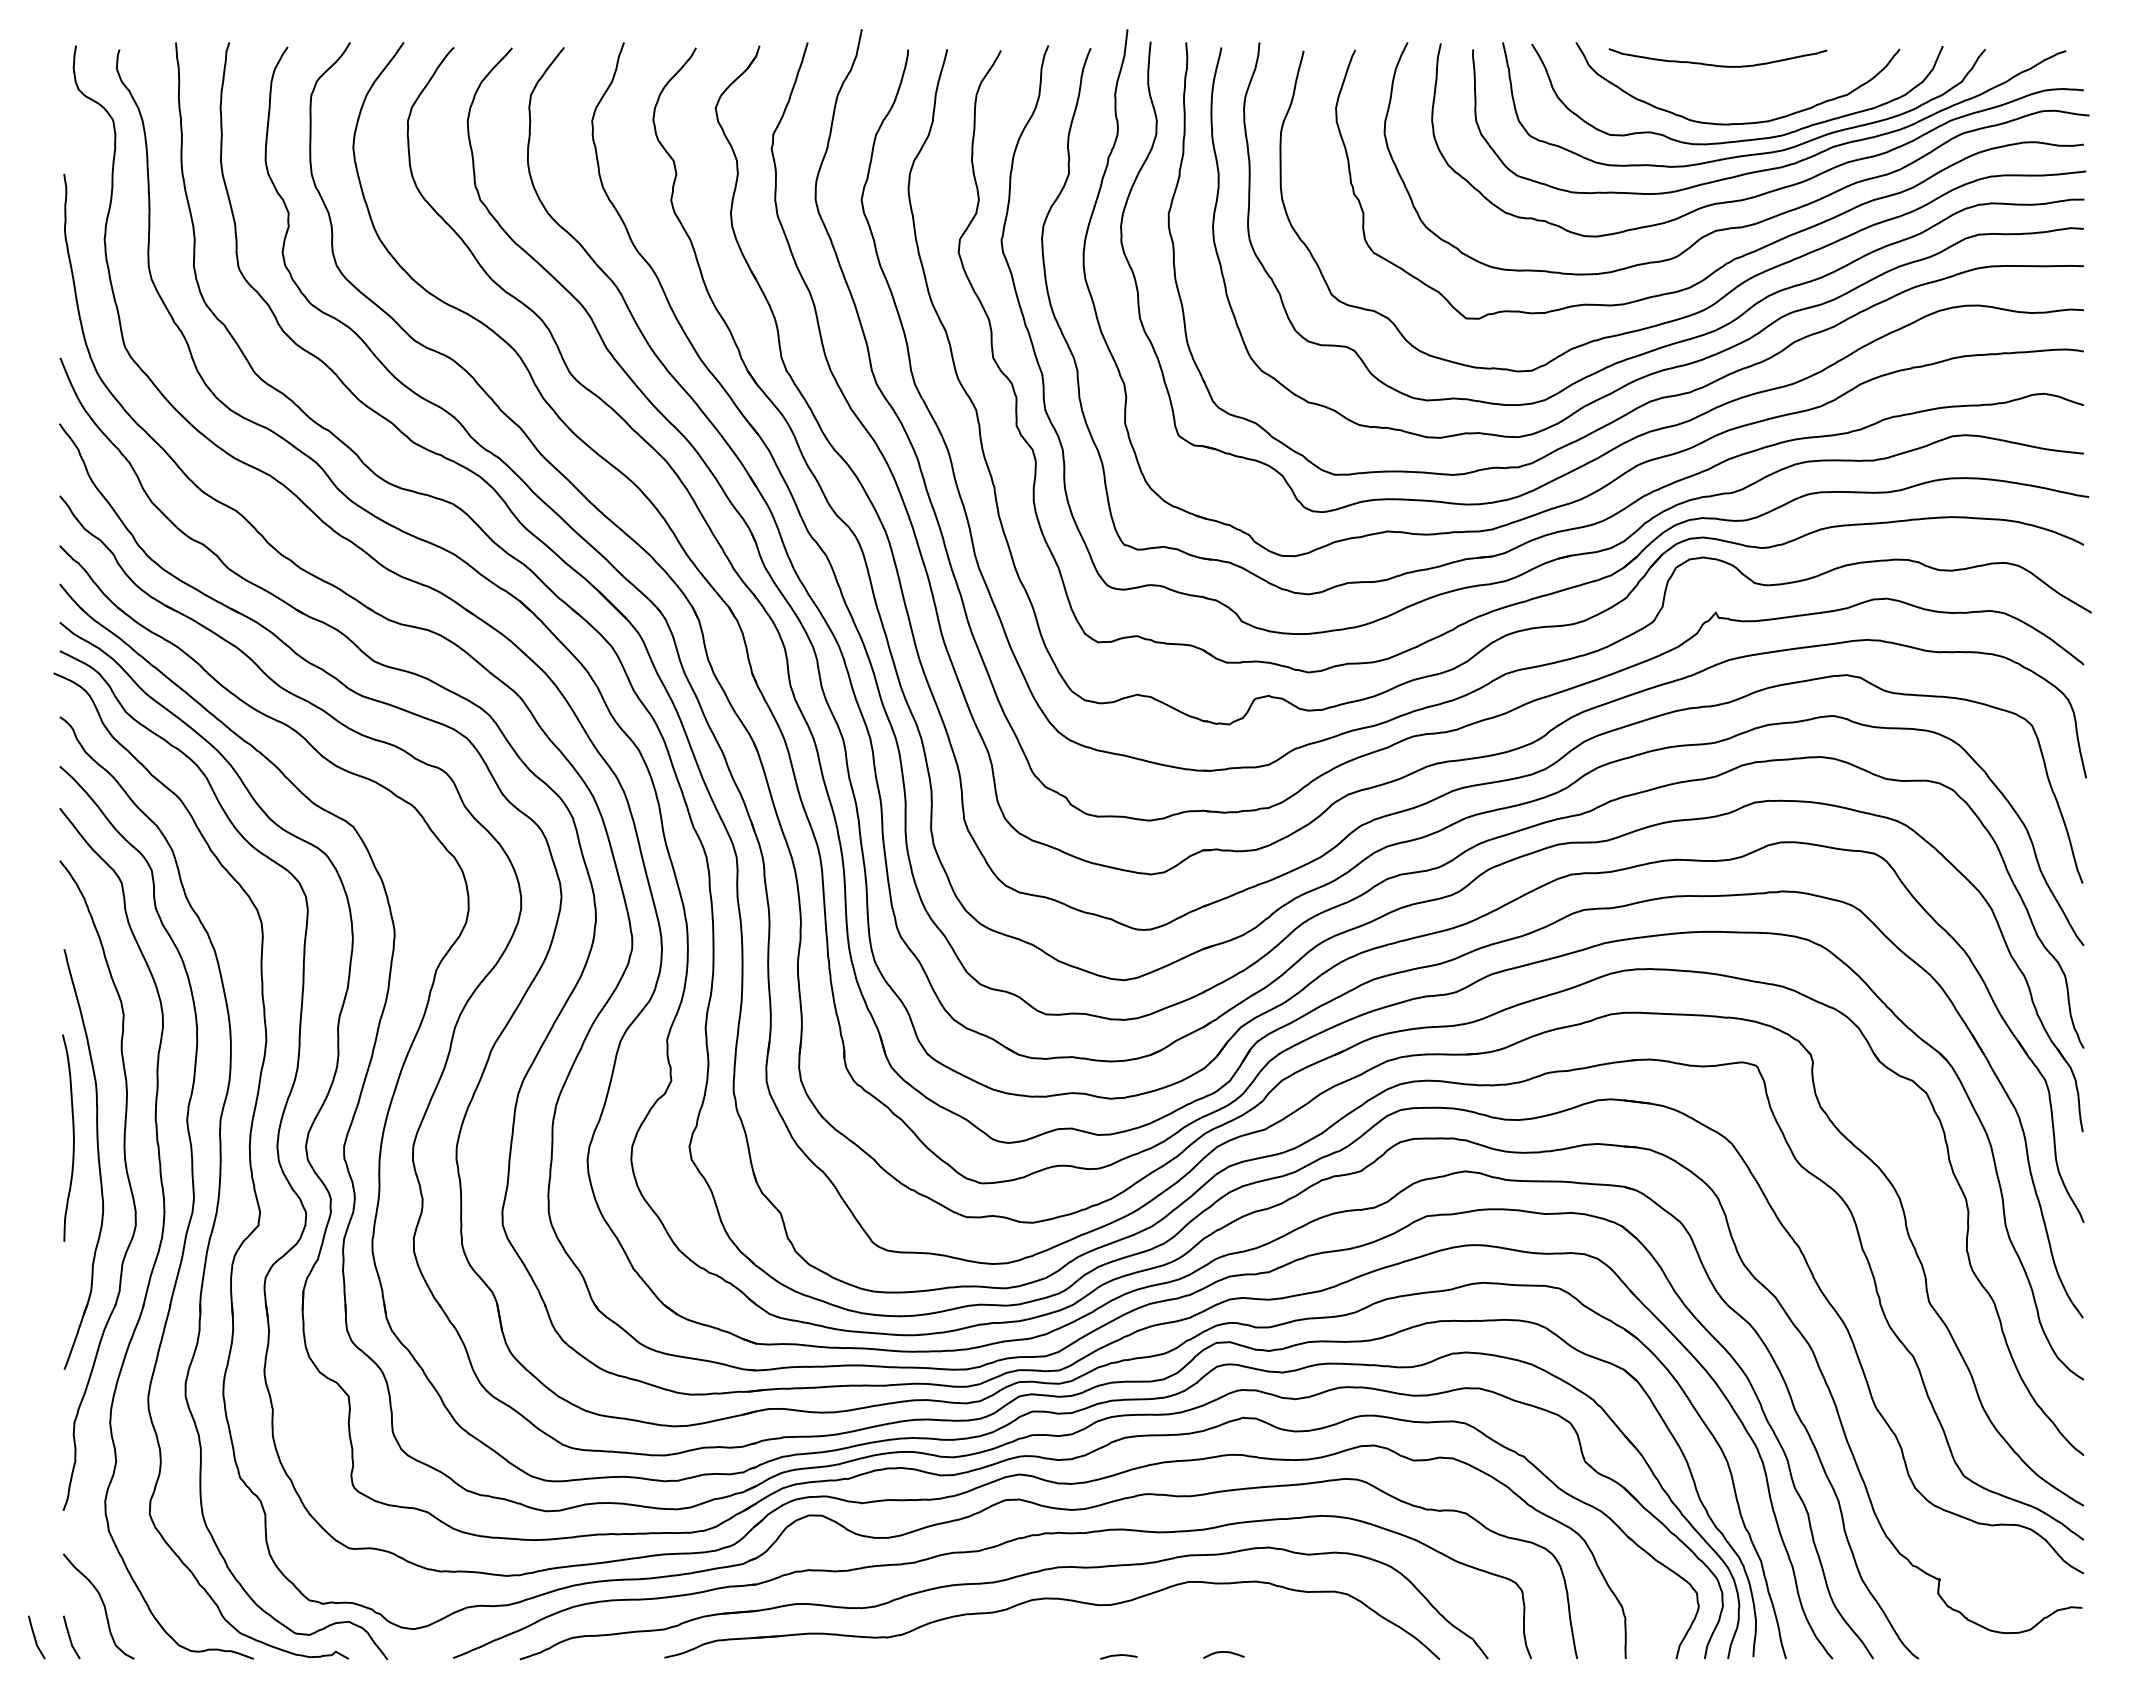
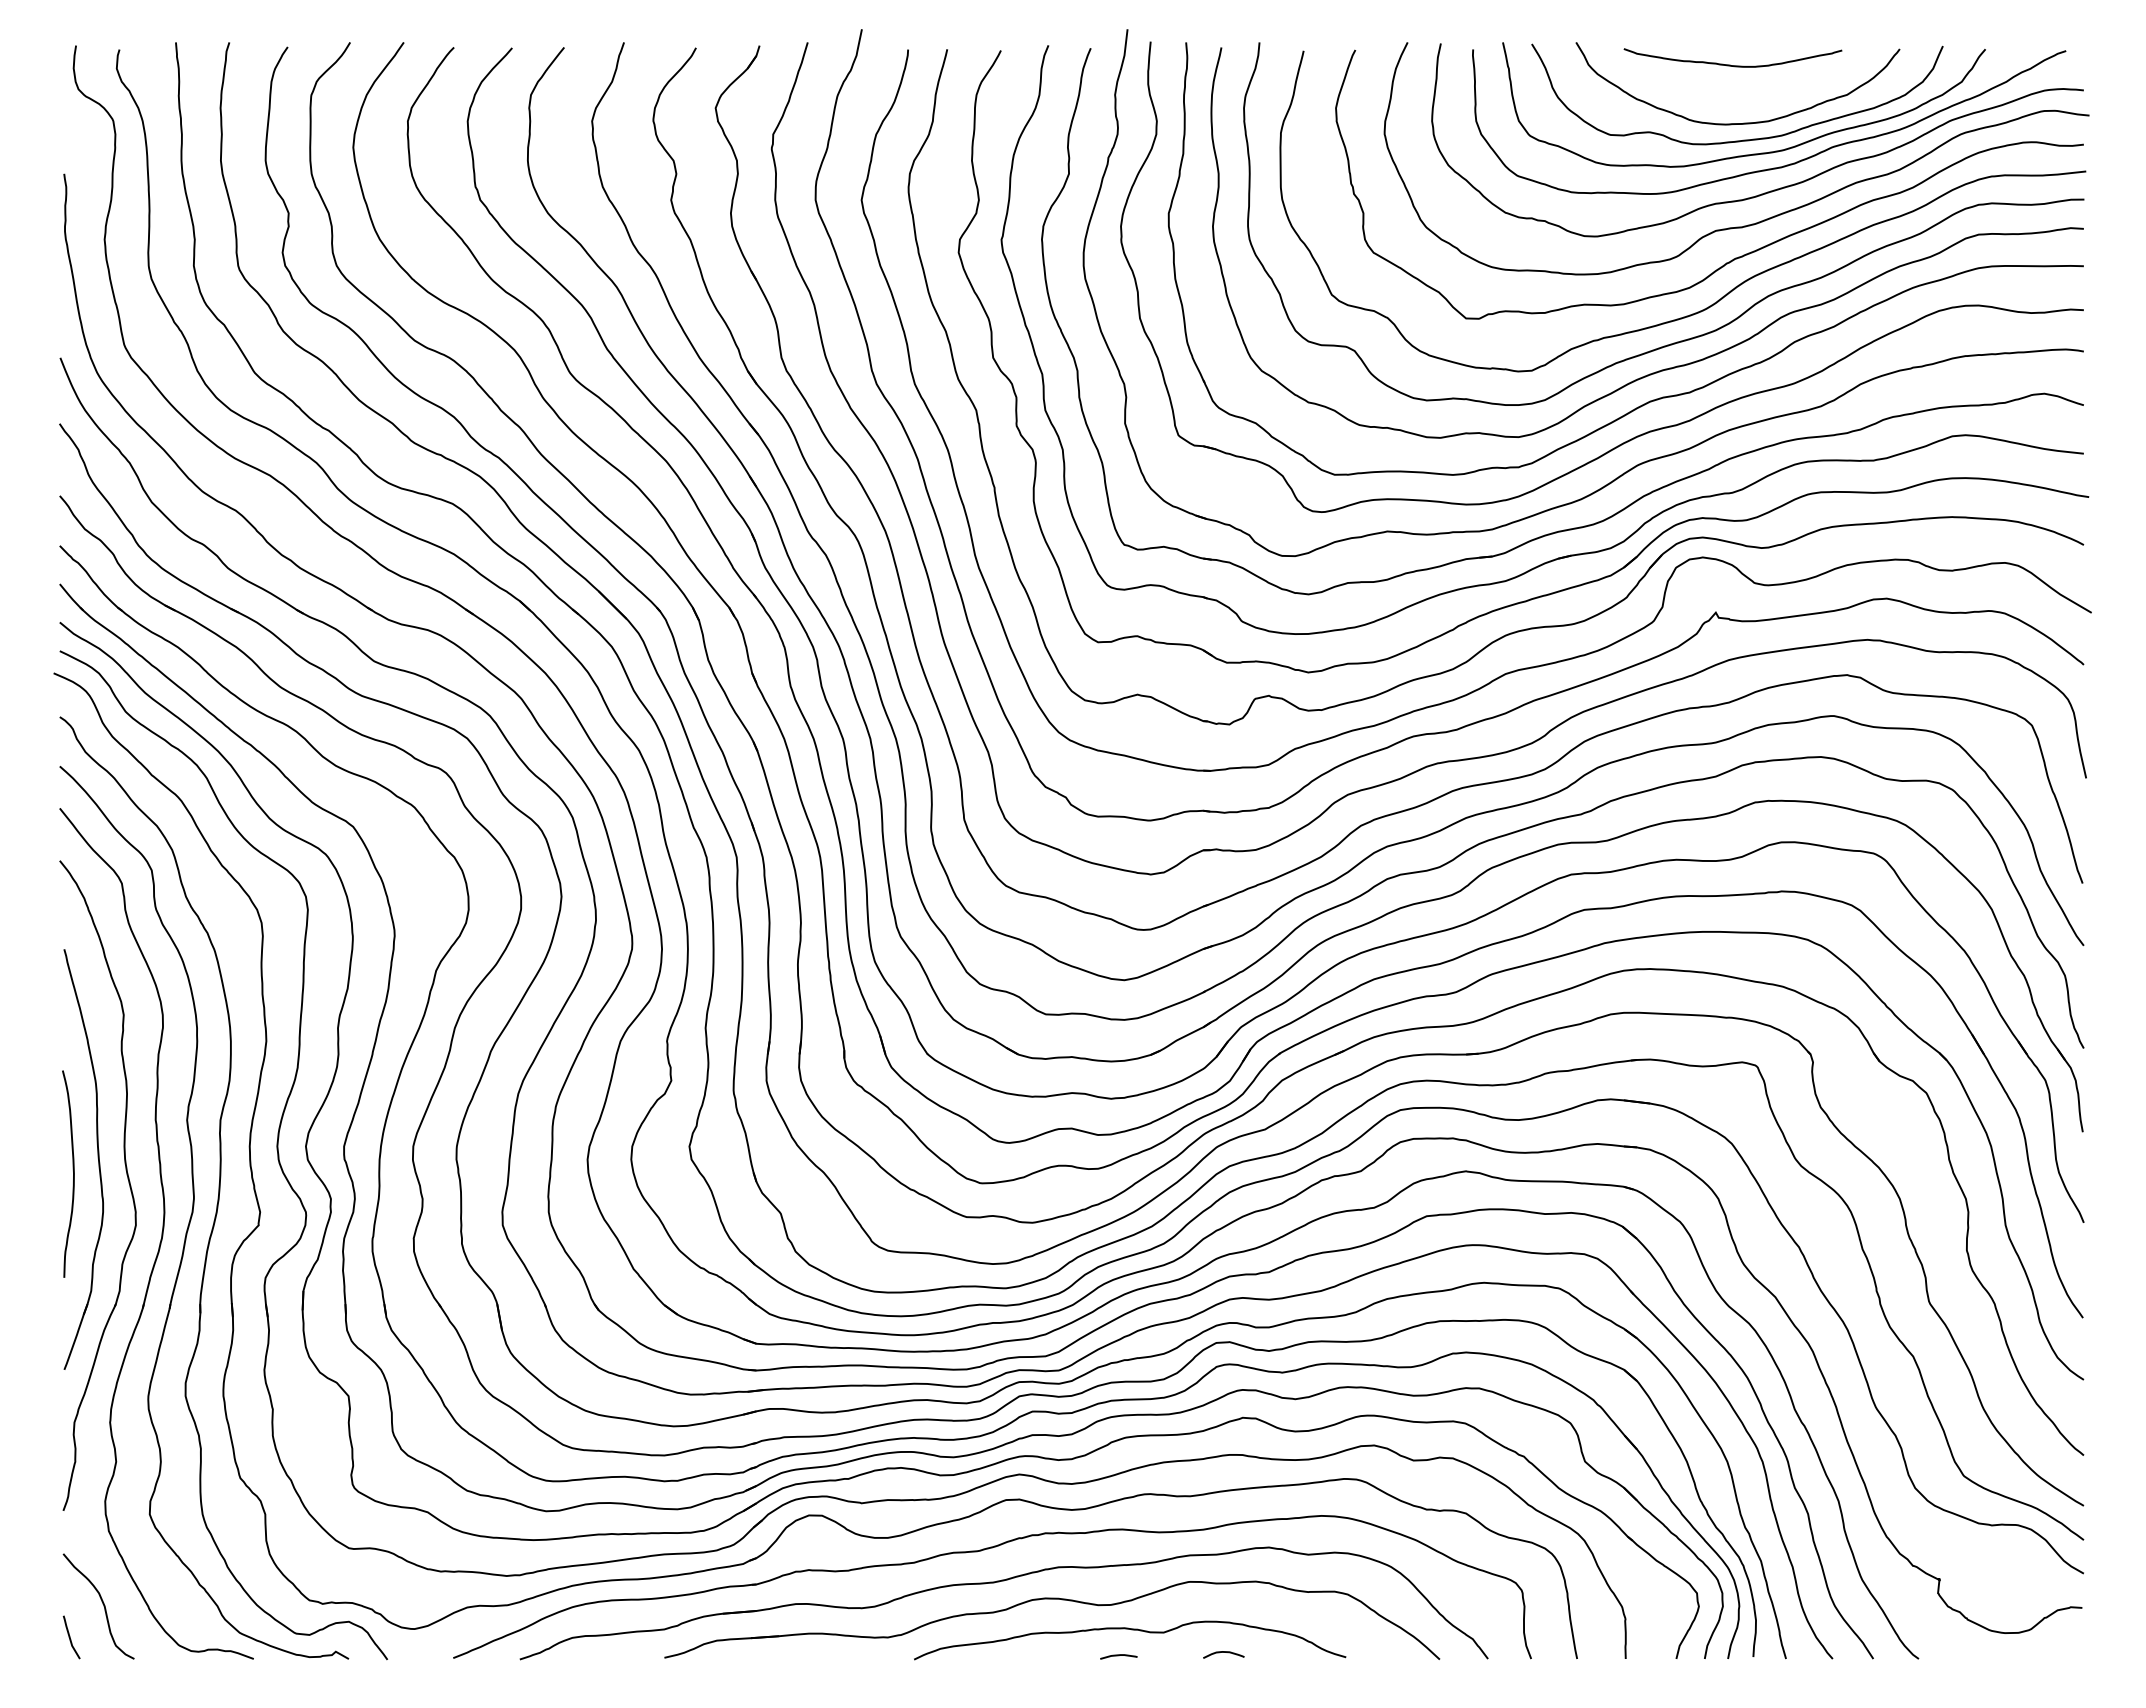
curve at (1715, 64) position: (1715, 64) -> (1730, 64)
curve at (73, 1137) position: (73, 1137) -> (73, 1173)
curve at (1131, 1630): none -> present
line at (35, 1637): present -> none
